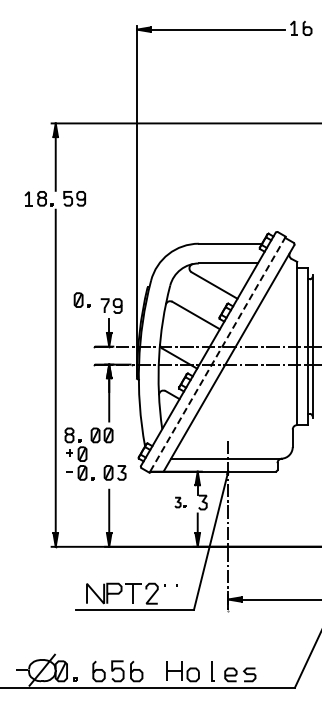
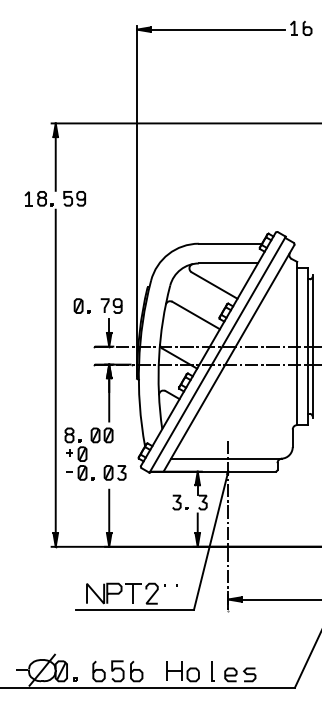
part at (81, 299) position: (81, 299) -> (81, 305)
line at (217, 355): dashed -> solid
part at (180, 502) size: 13x13 px -> 17x17 px
